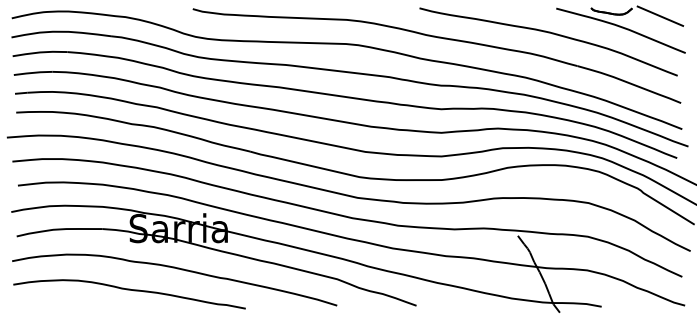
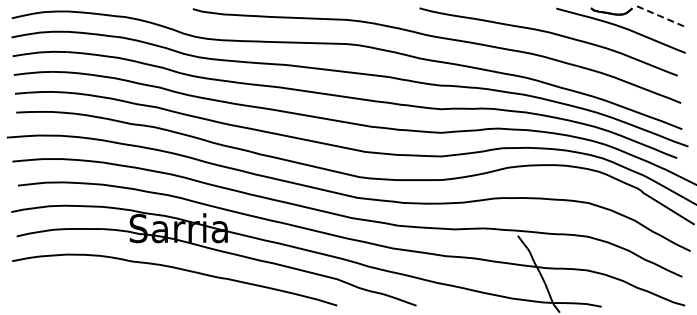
line at (660, 16): solid -> dashed
curve at (129, 290): present -> none
